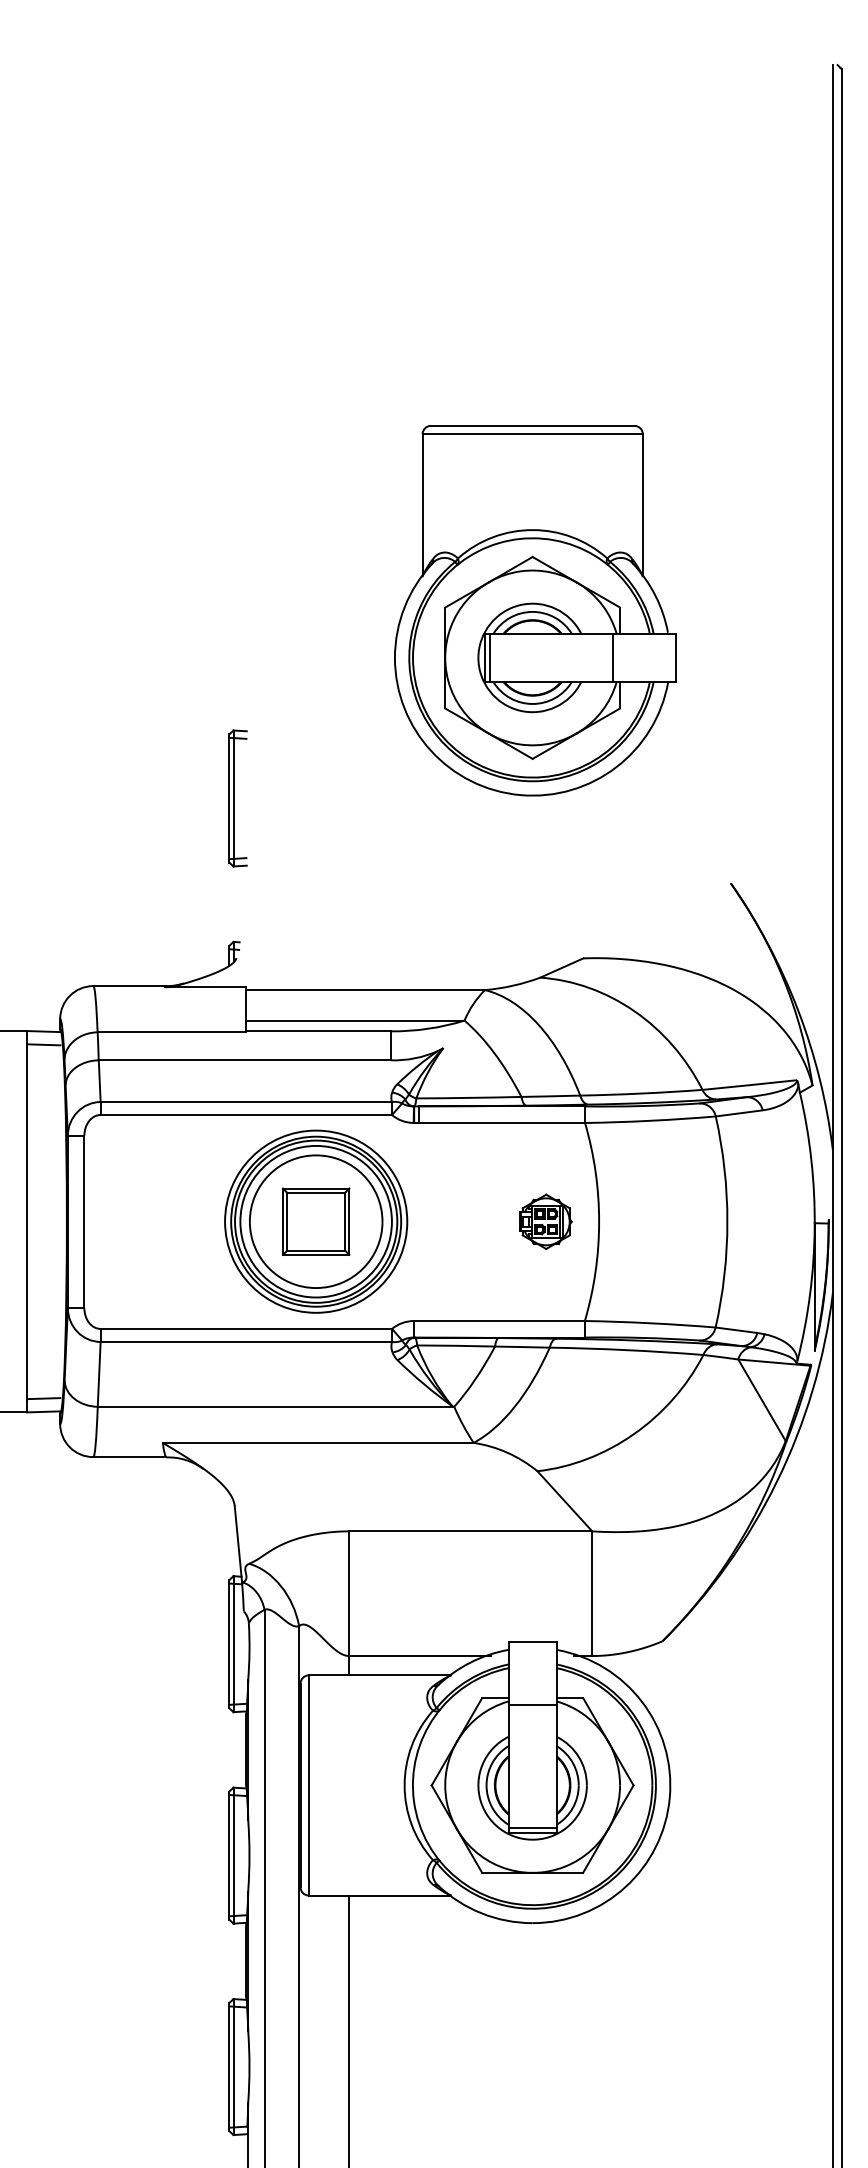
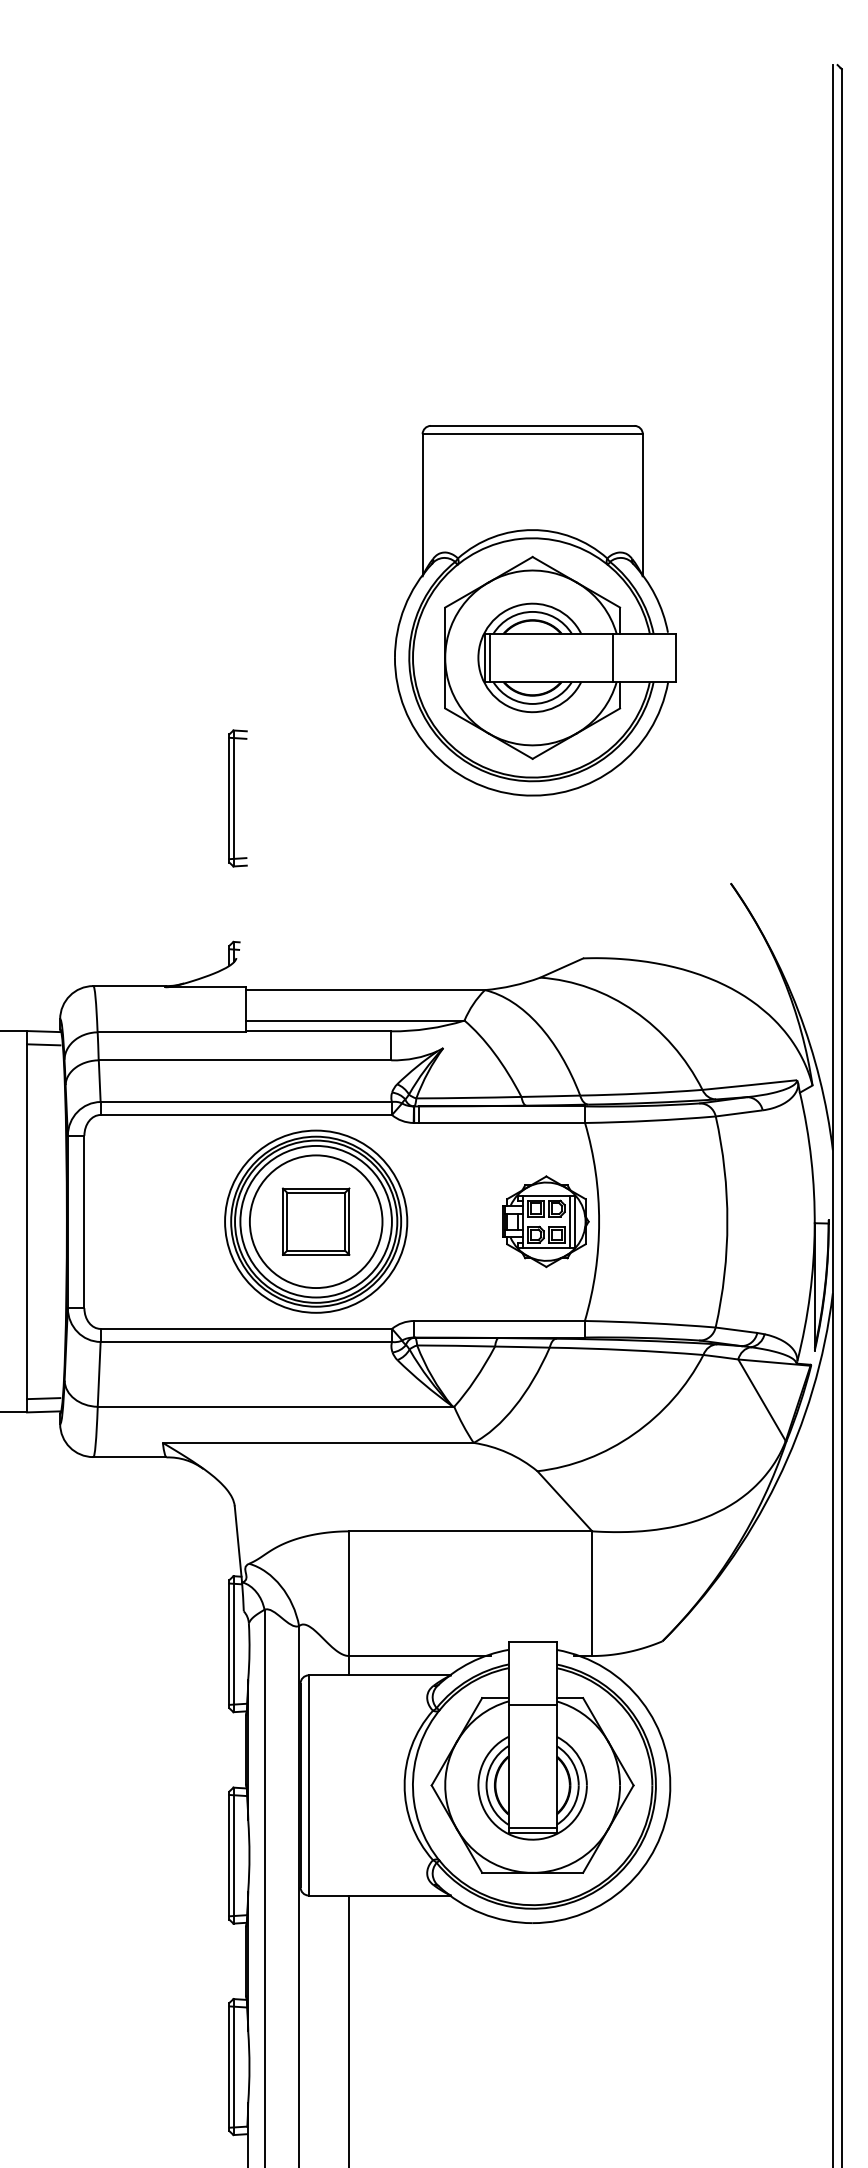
part at (545, 1221) size: 54x58 px -> 88x94 px
